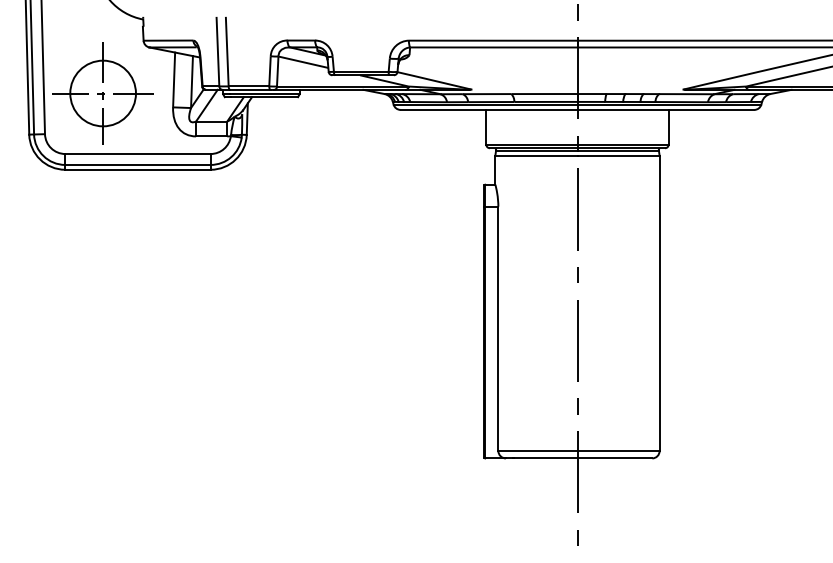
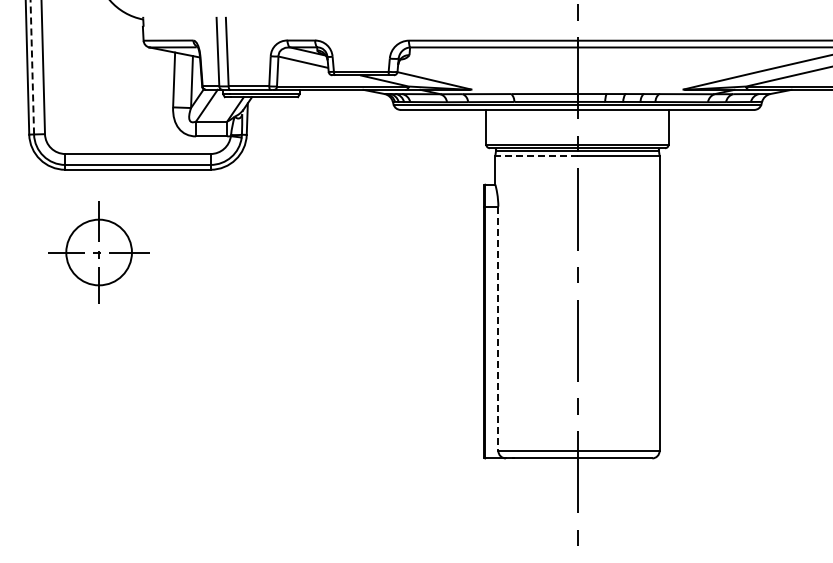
line at (32, 67): solid -> dashed
part at (102, 93) position: (102, 93) -> (98, 252)
line at (535, 155): solid -> dashed
line at (498, 329): solid -> dashed
